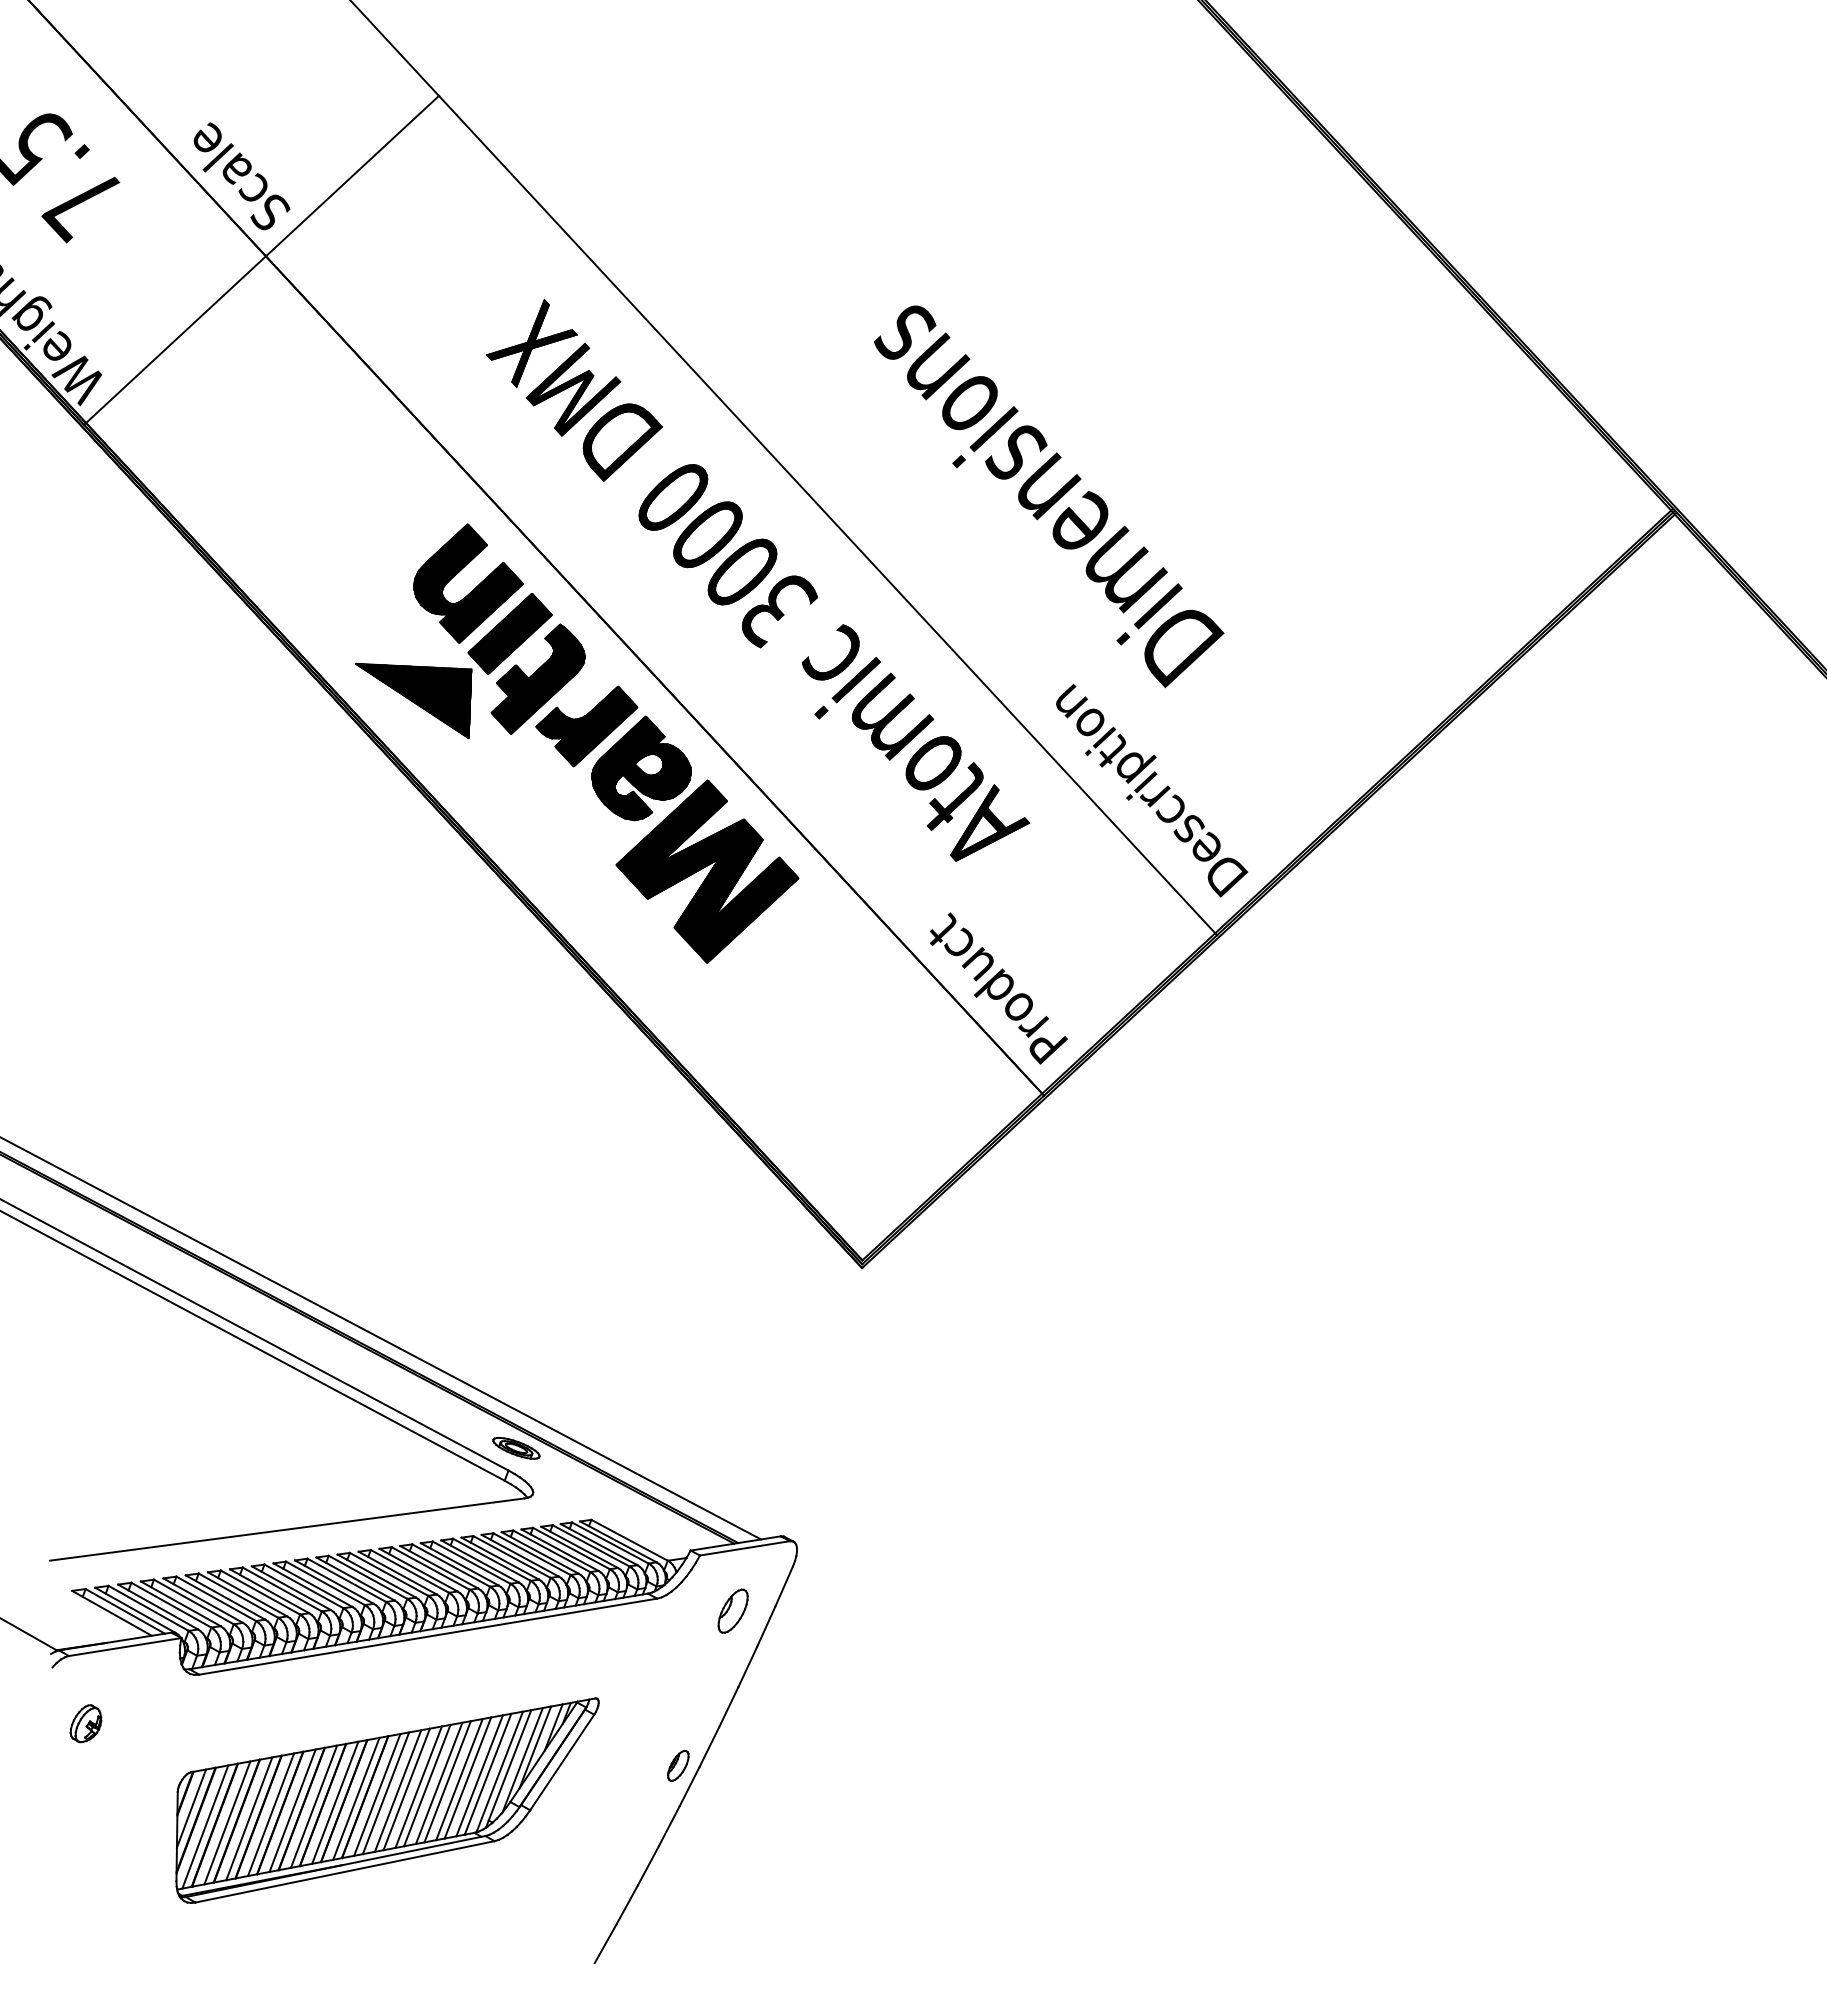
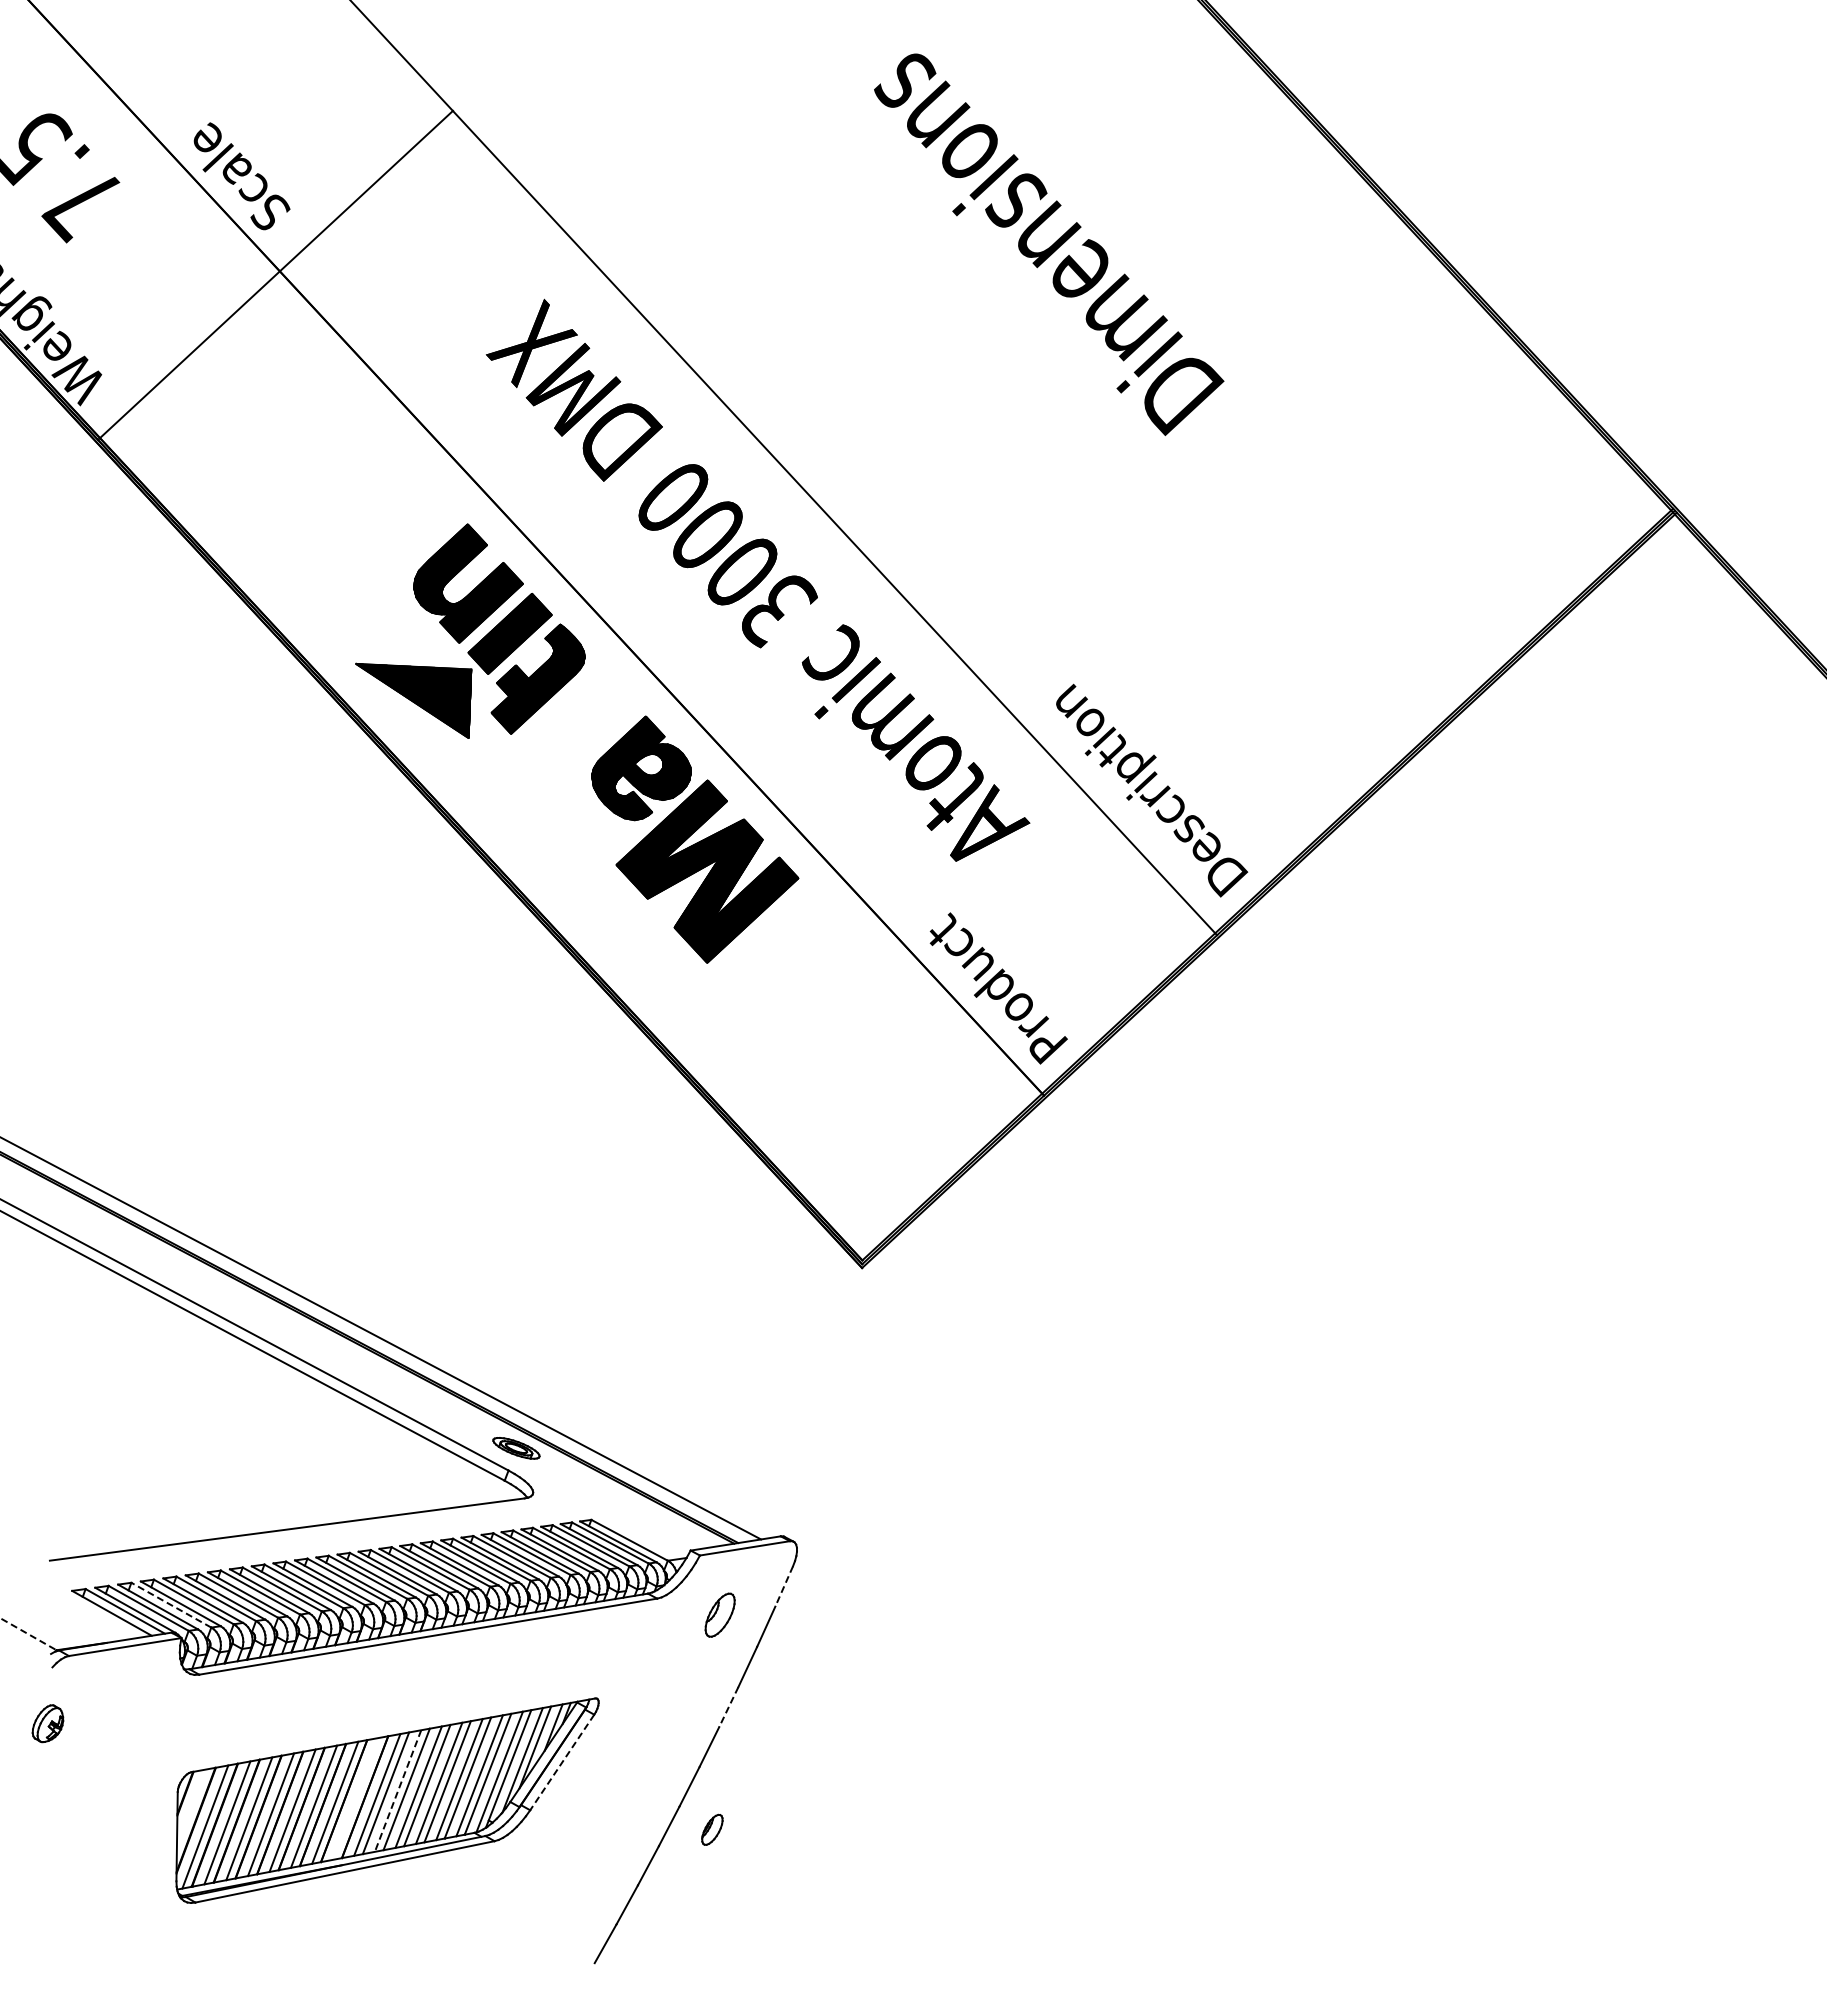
line at (261, 259) position: (261, 259) -> (275, 274)
text at (1049, 496) position: (1049, 496) -> (1049, 244)
part at (586, 726): present -> none
line at (784, 1586): solid -> dashed
line at (171, 1605): solid -> dashed
part at (732, 1610) position: (732, 1610) -> (719, 1614)
line at (28, 1634): solid -> dashed
line at (728, 1707): solid -> dashed
part at (85, 1723) position: (85, 1723) -> (47, 1723)
line at (562, 1762): solid -> dashed
part at (678, 1765) position: (678, 1765) -> (712, 1829)
line at (397, 1791): solid -> dashed
line at (356, 1798): present -> none
line at (191, 1808): present -> none
